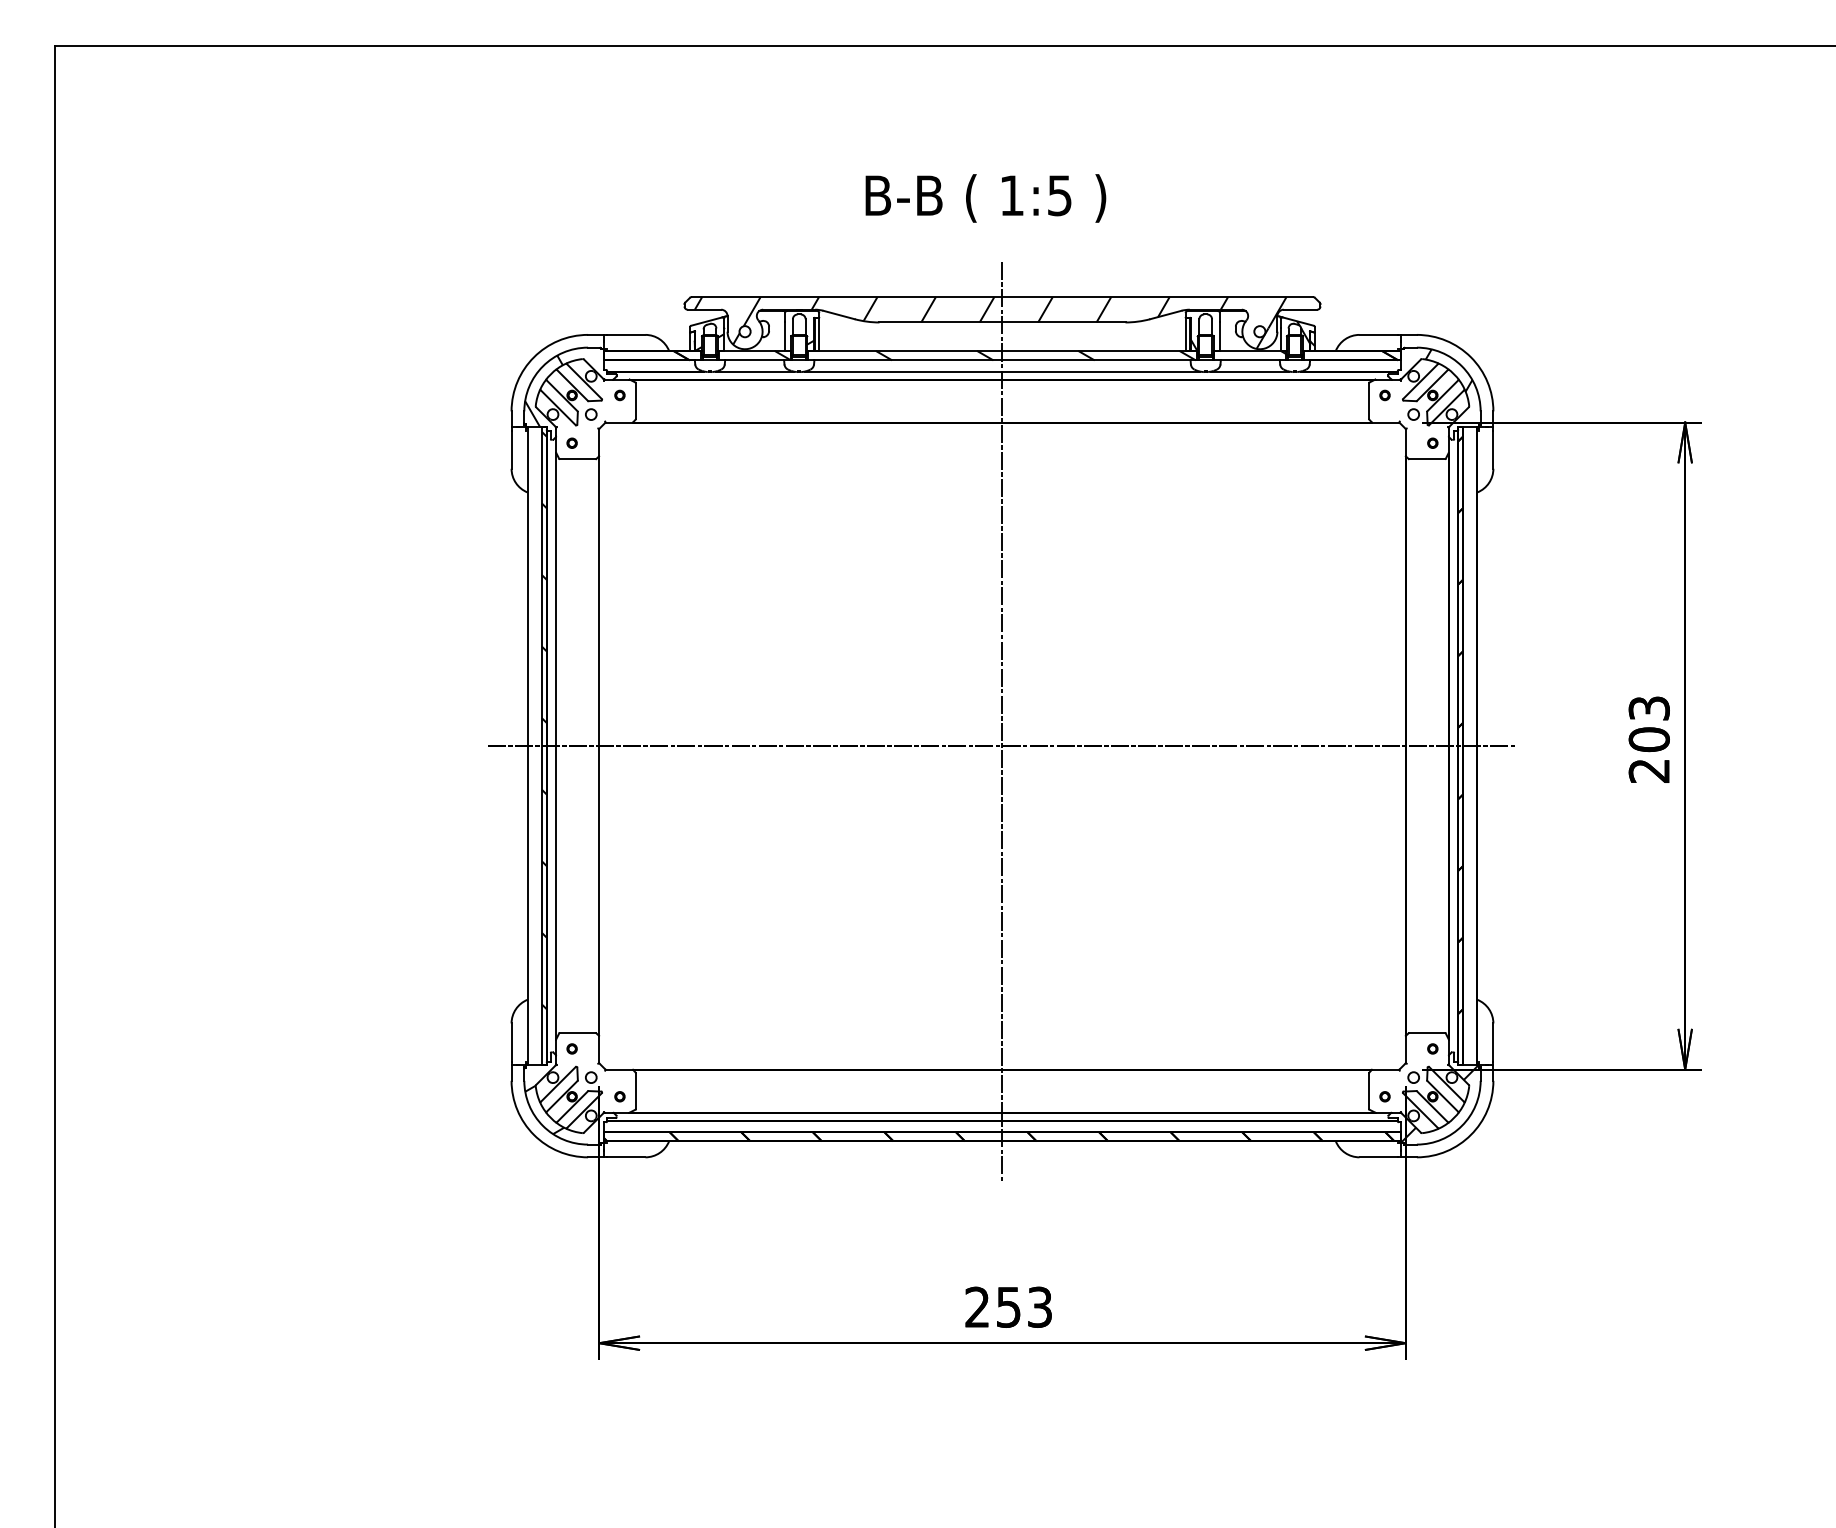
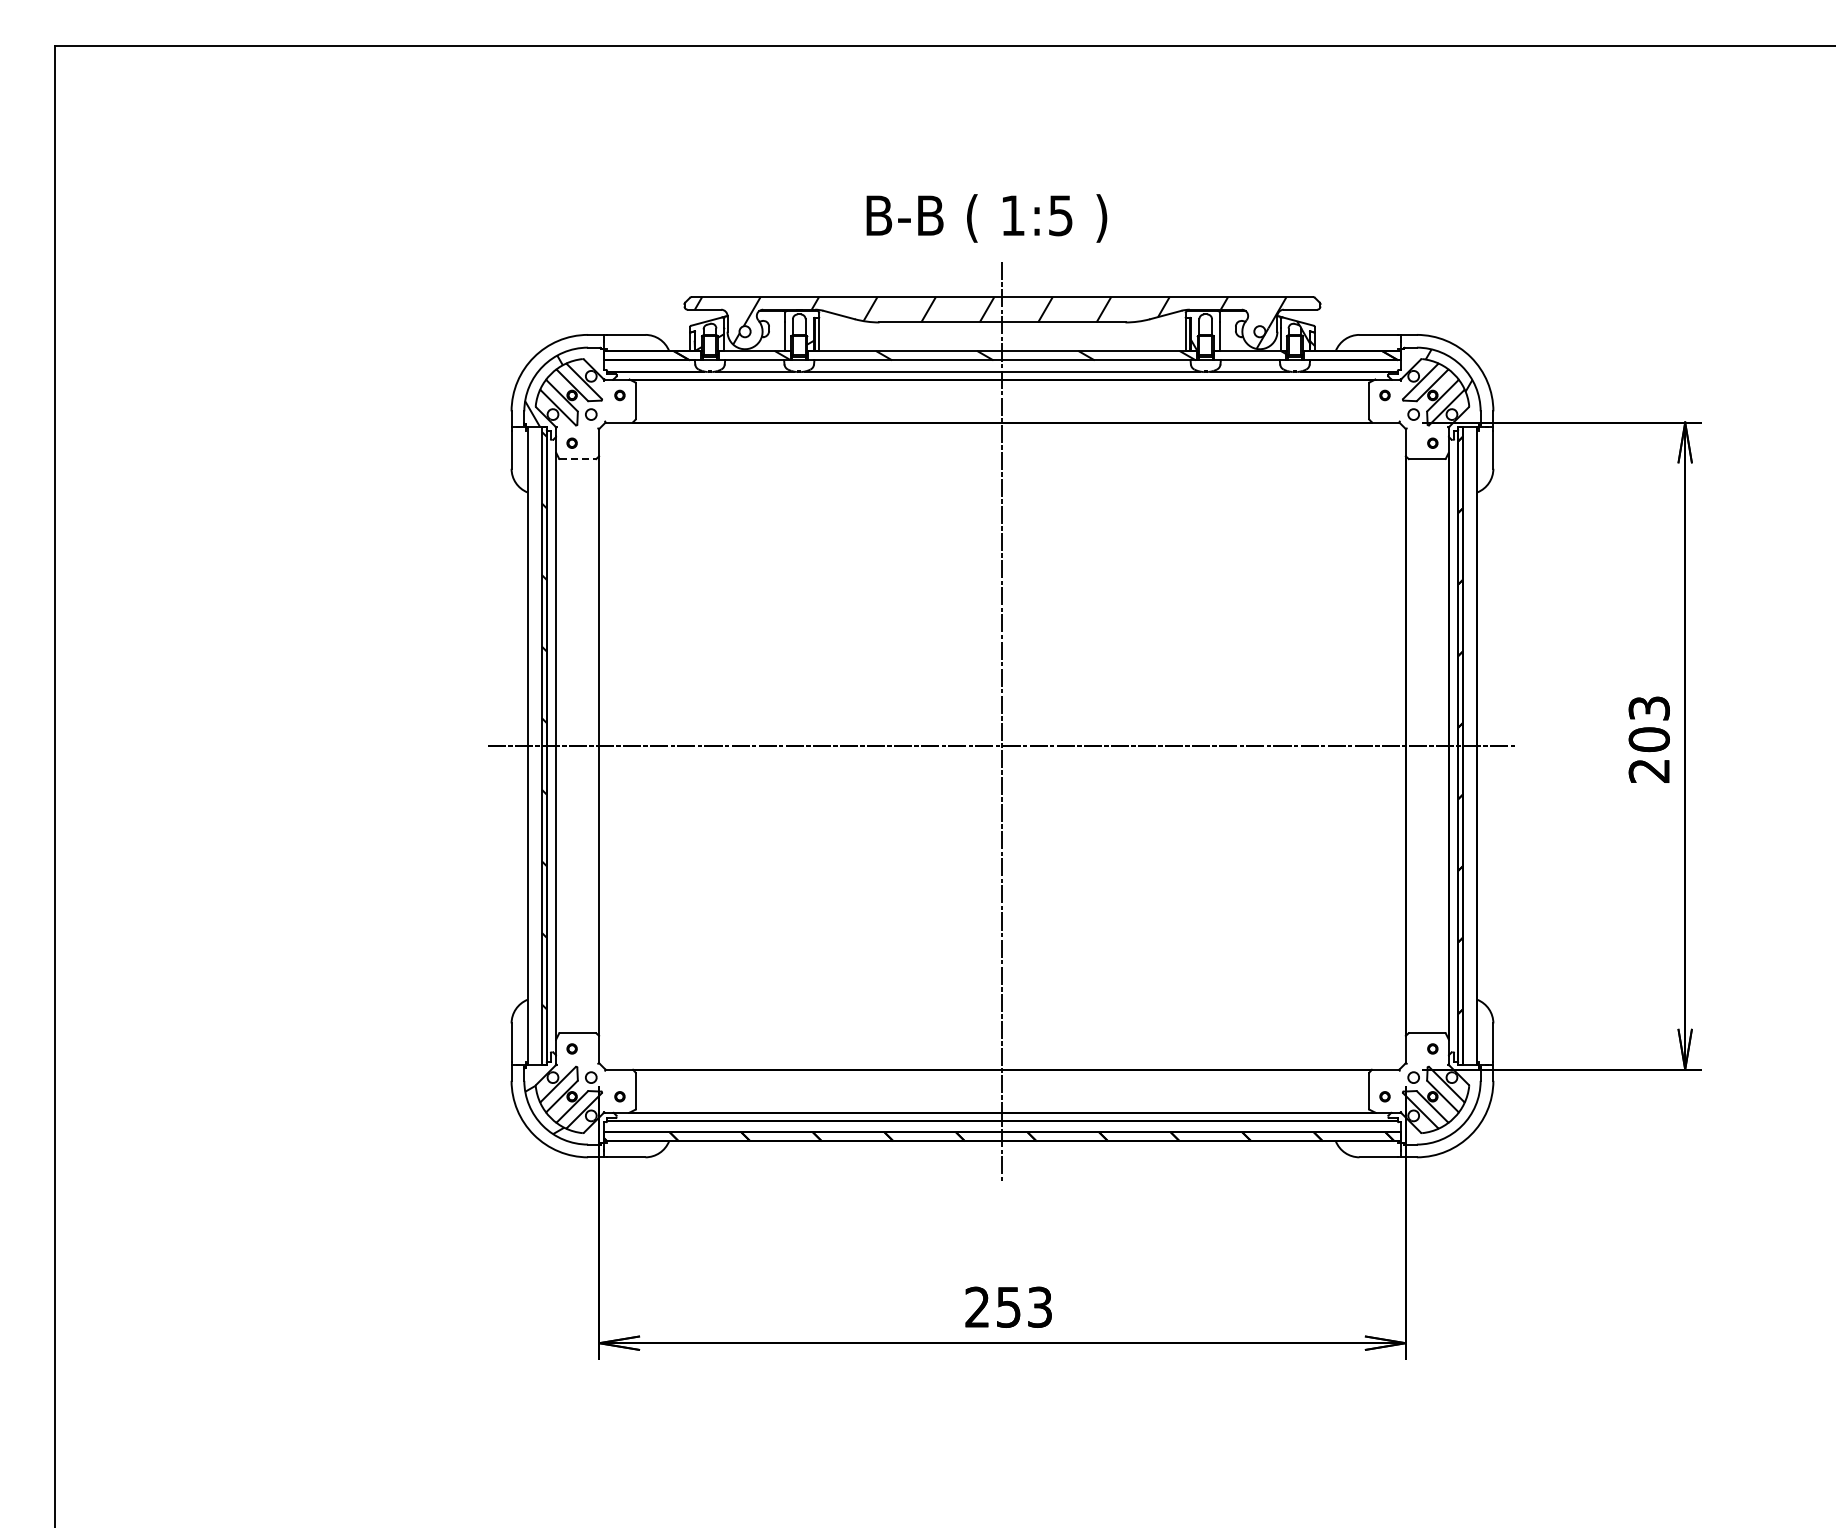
text at (985, 198) position: (985, 198) -> (986, 218)
line at (577, 459): solid -> dashed
hatch at (1439, 1103): present -> none
